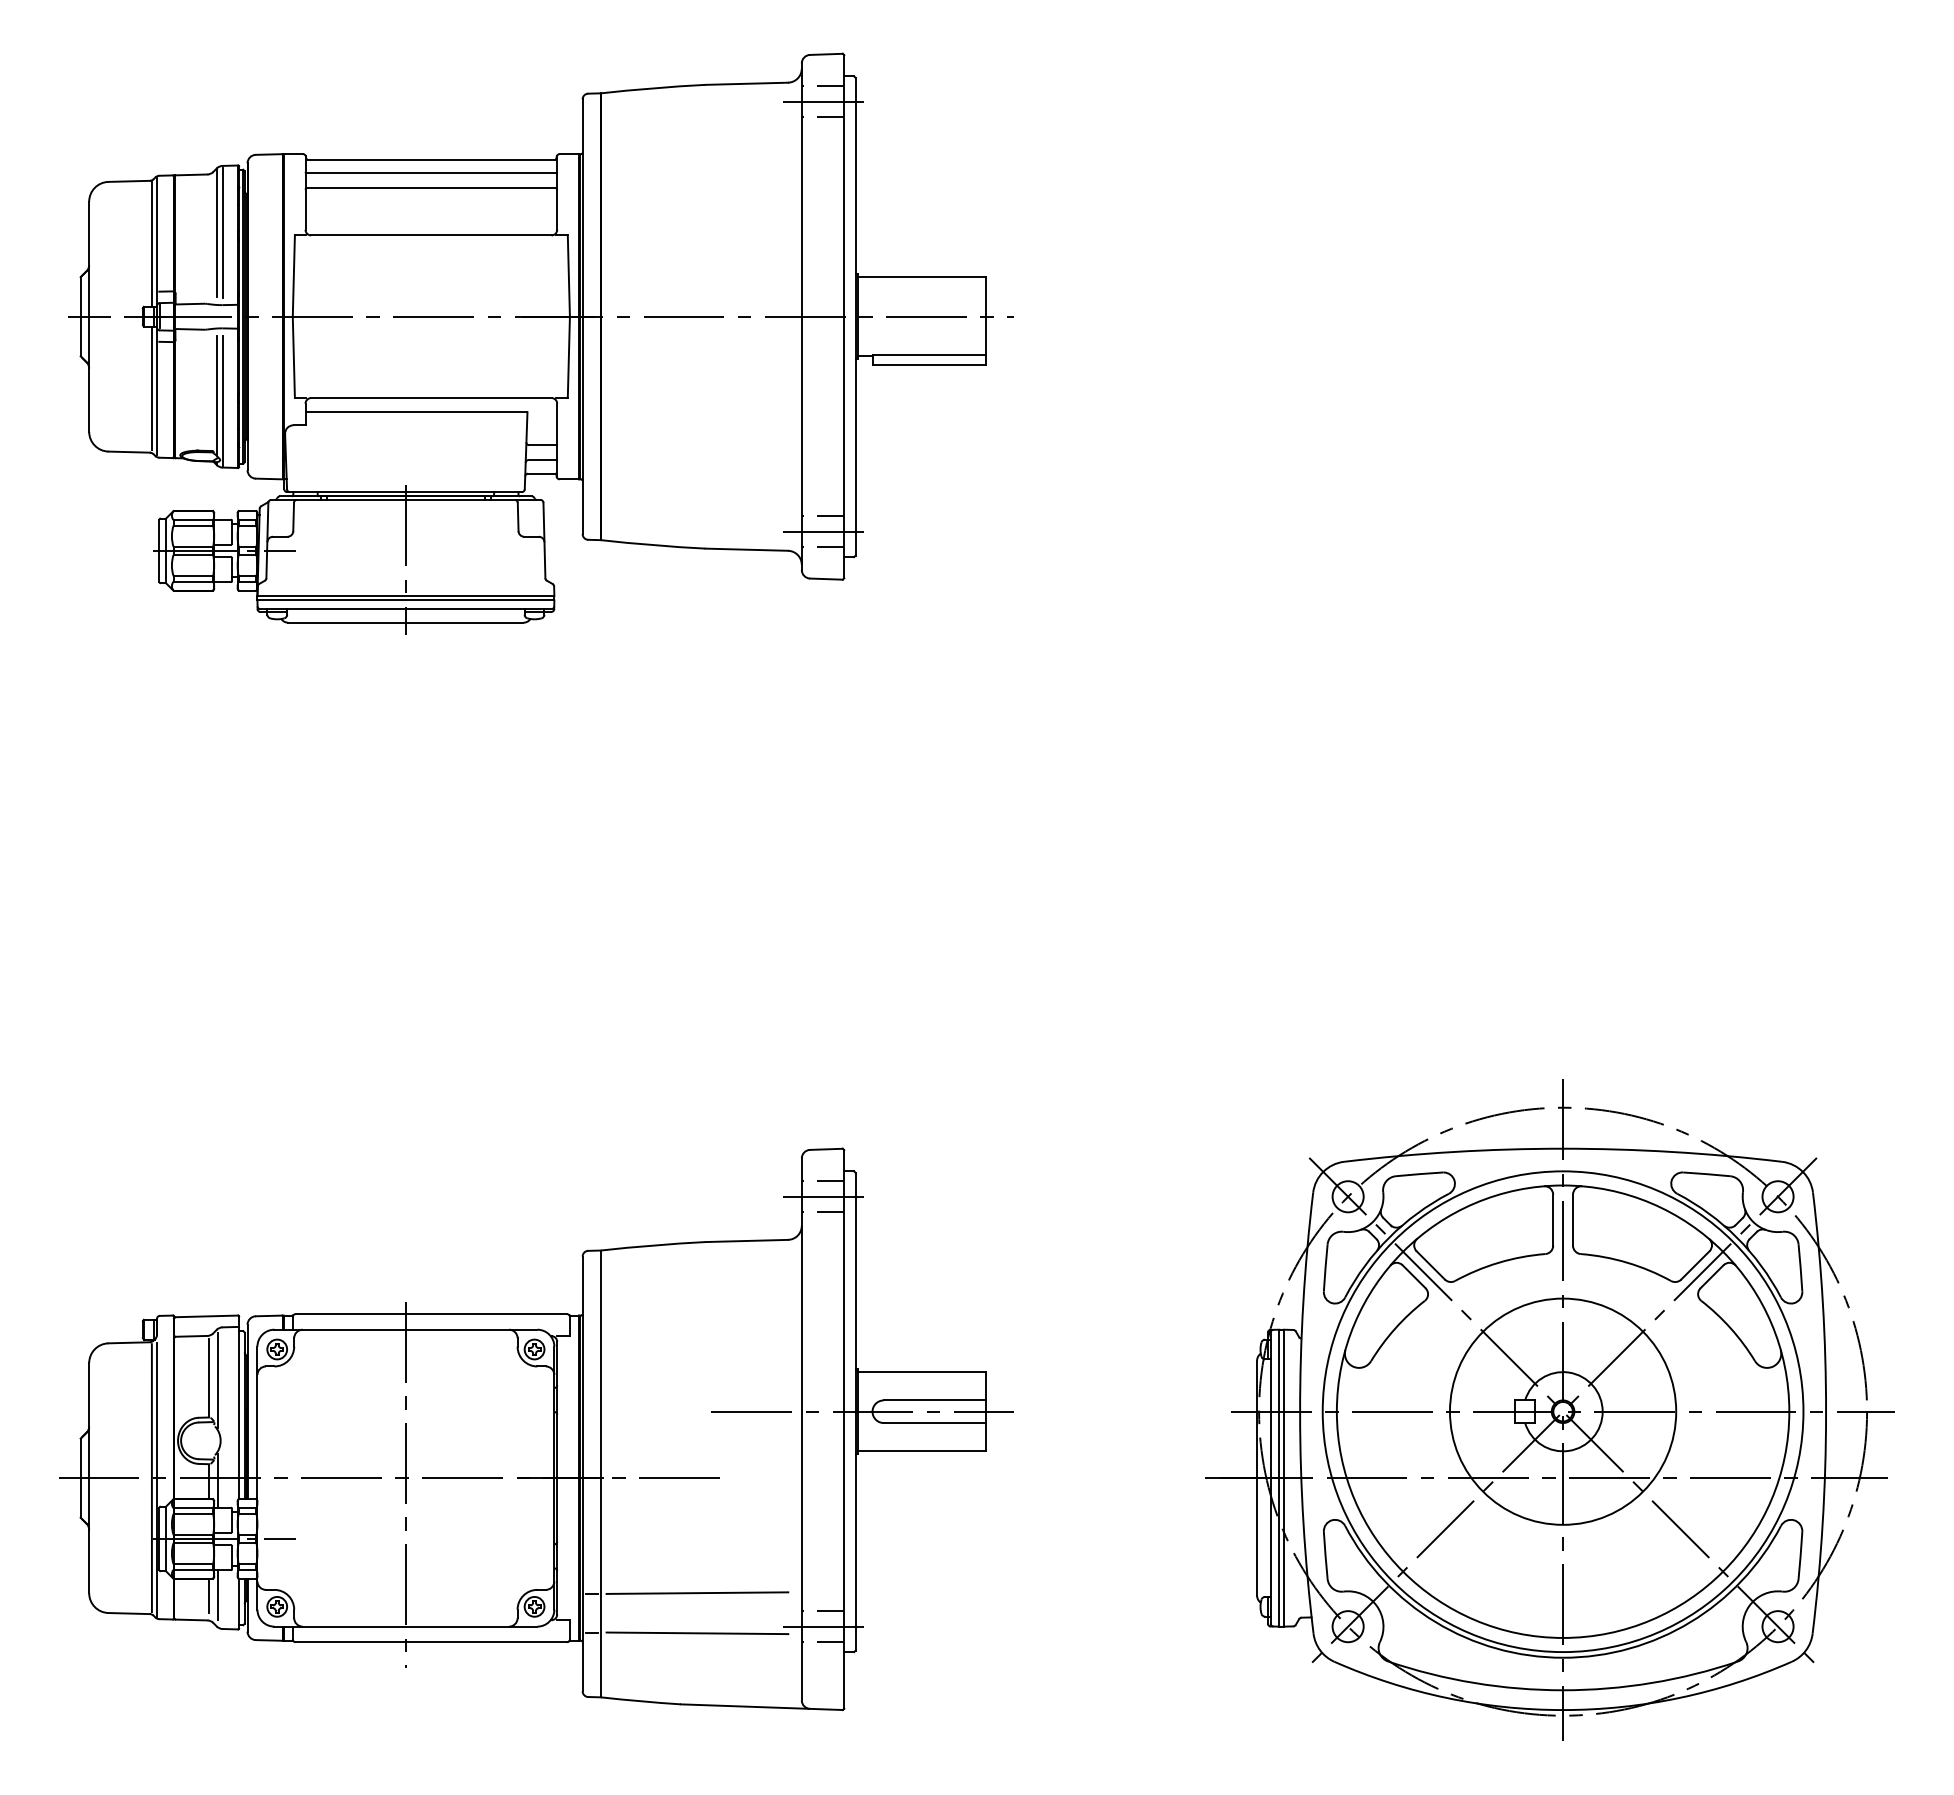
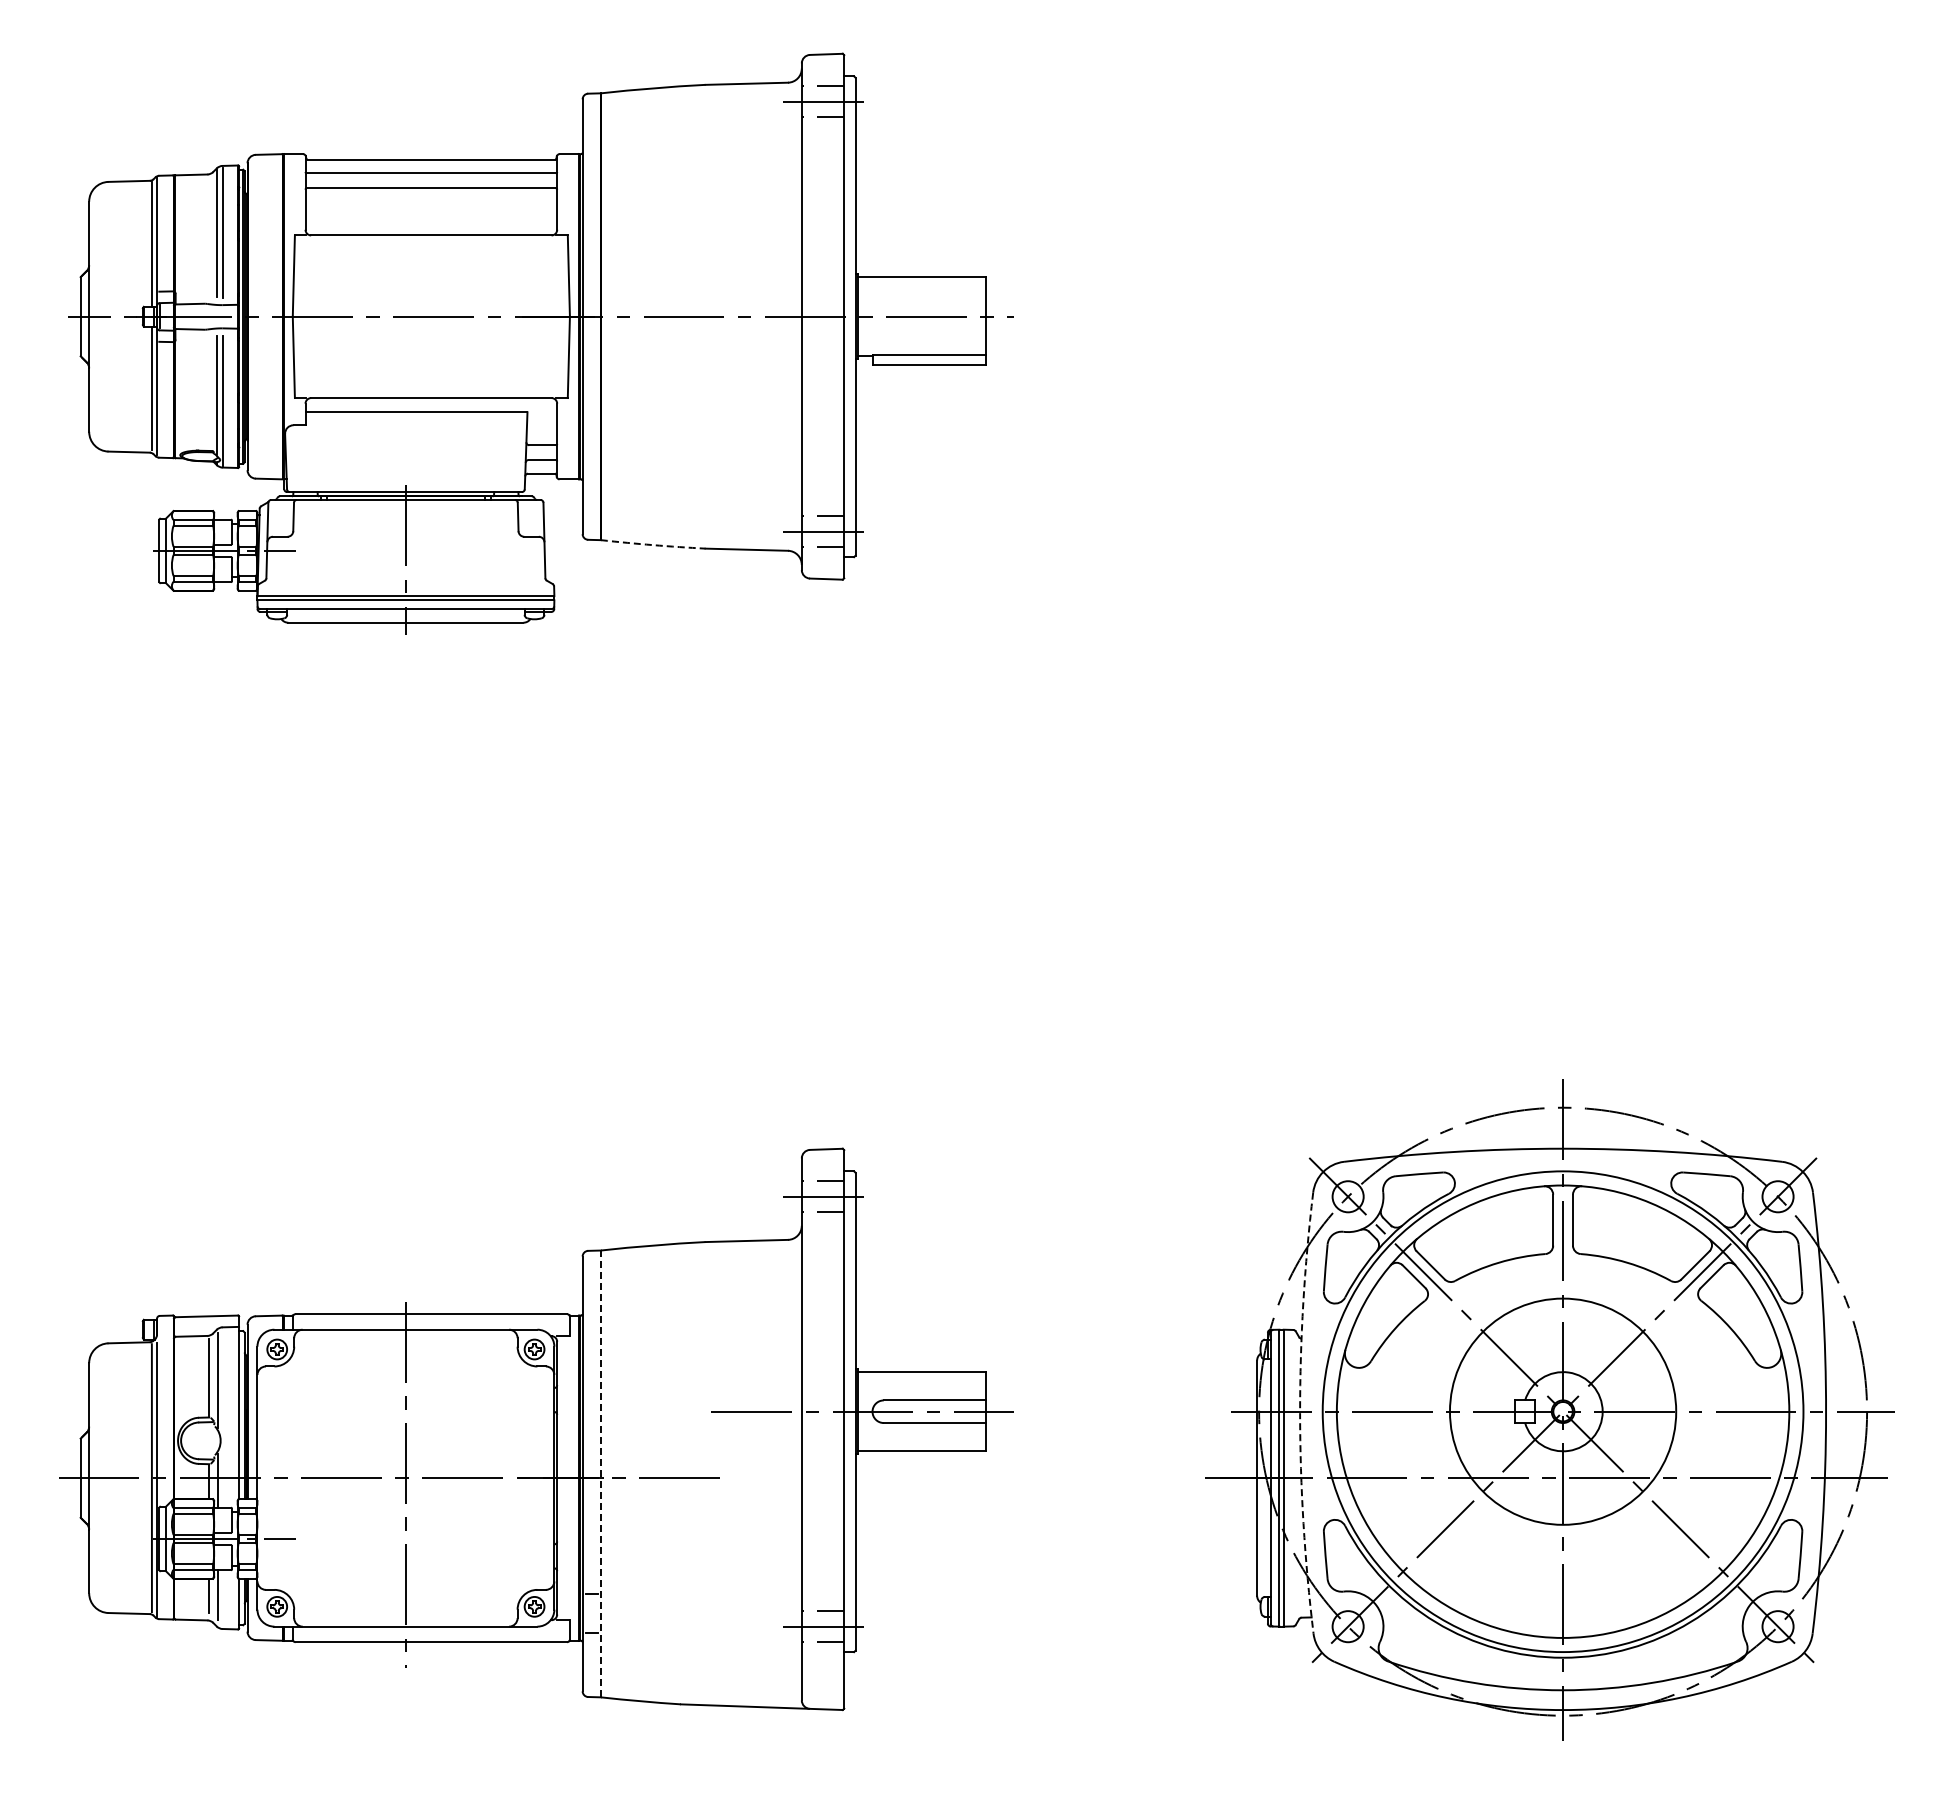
arc at (653, 545): solid -> dashed
arc at (1300, 1413): solid -> dashed
line at (601, 1473): solid -> dashed
line at (697, 1592): present -> none
line at (697, 1633): present -> none
